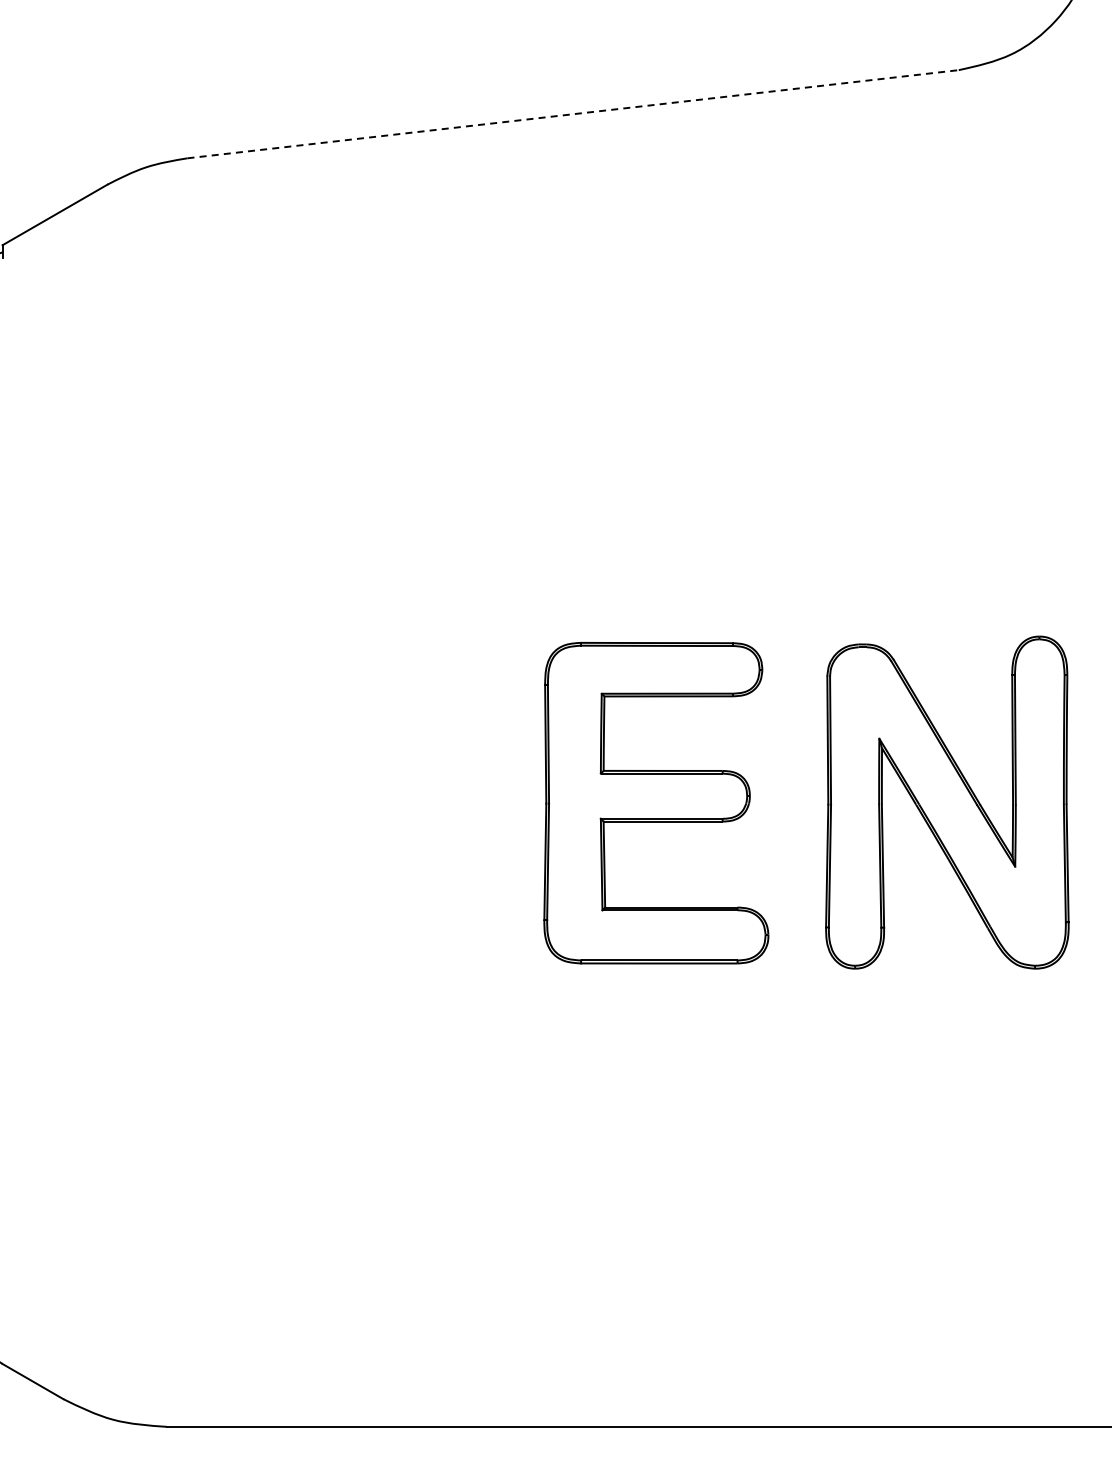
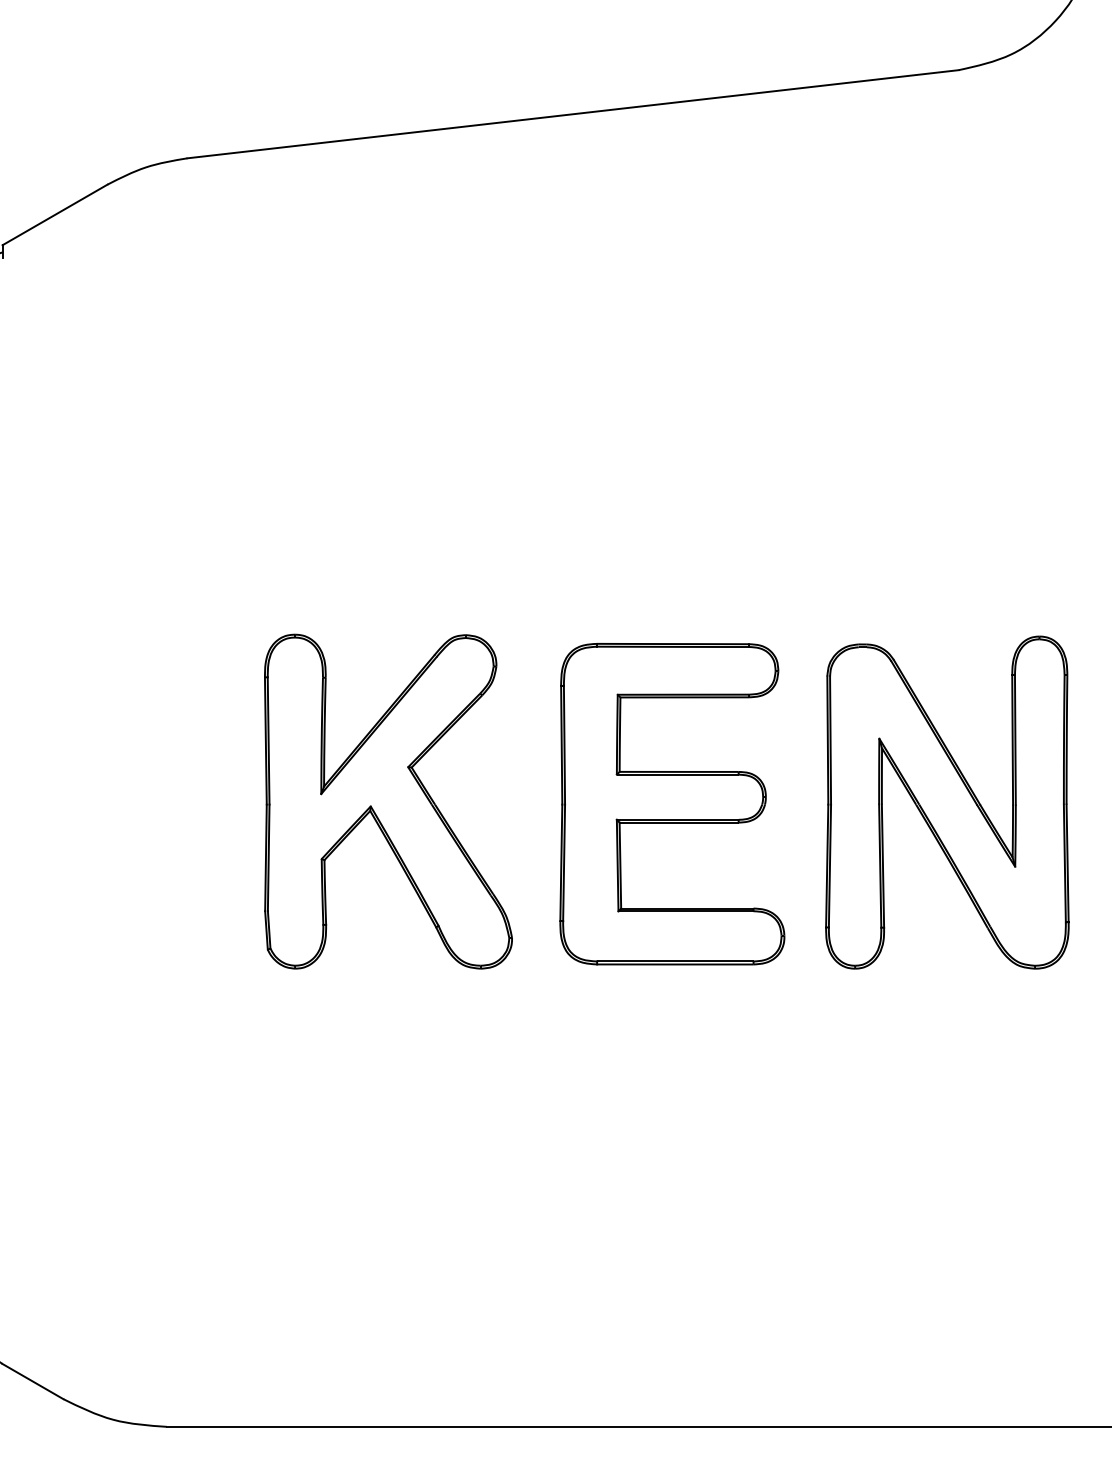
line at (573, 114): dashed -> solid
part at (388, 801): none -> present
part at (656, 803) position: (656, 803) -> (672, 804)
